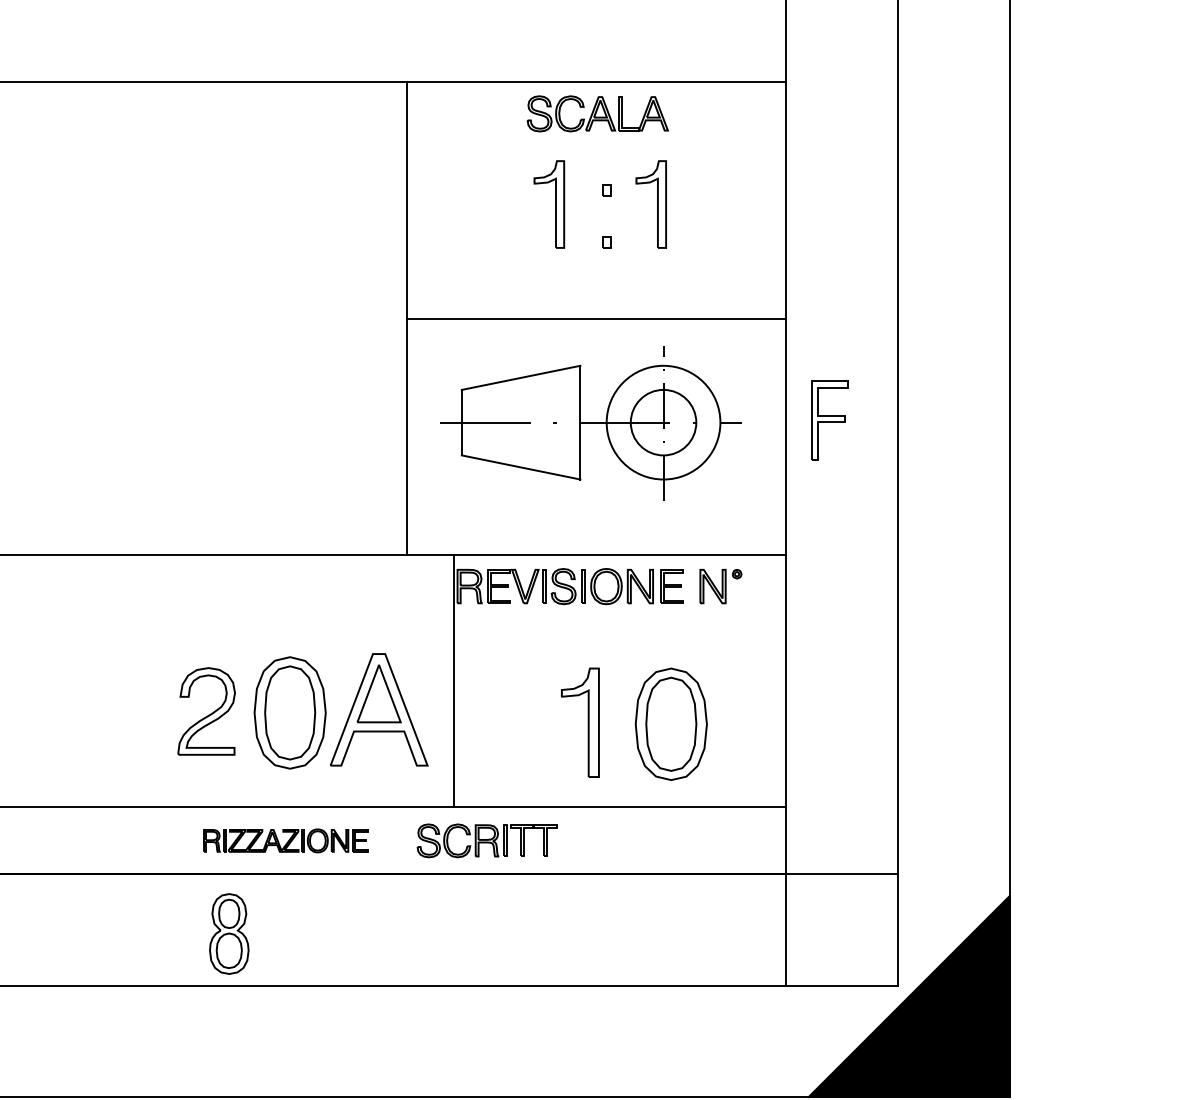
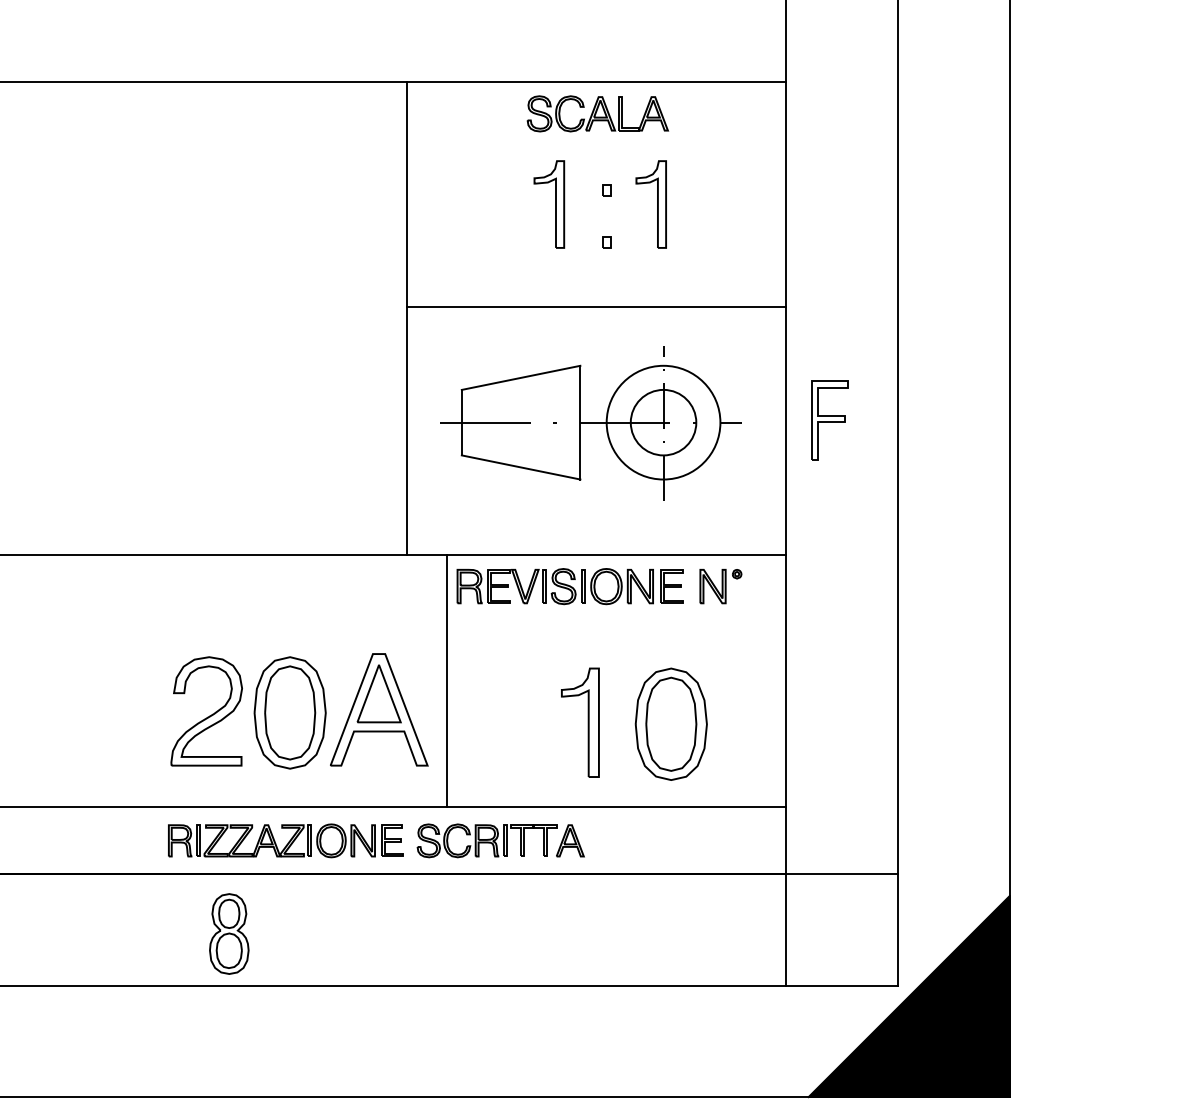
line at (596, 319) position: (596, 319) -> (596, 307)
line at (454, 680) position: (454, 680) -> (447, 680)
part at (206, 711) size: 59x89 px -> 73x111 px
part at (285, 840) size: 166x26 px -> 236x36 px
part at (570, 840): none -> present
